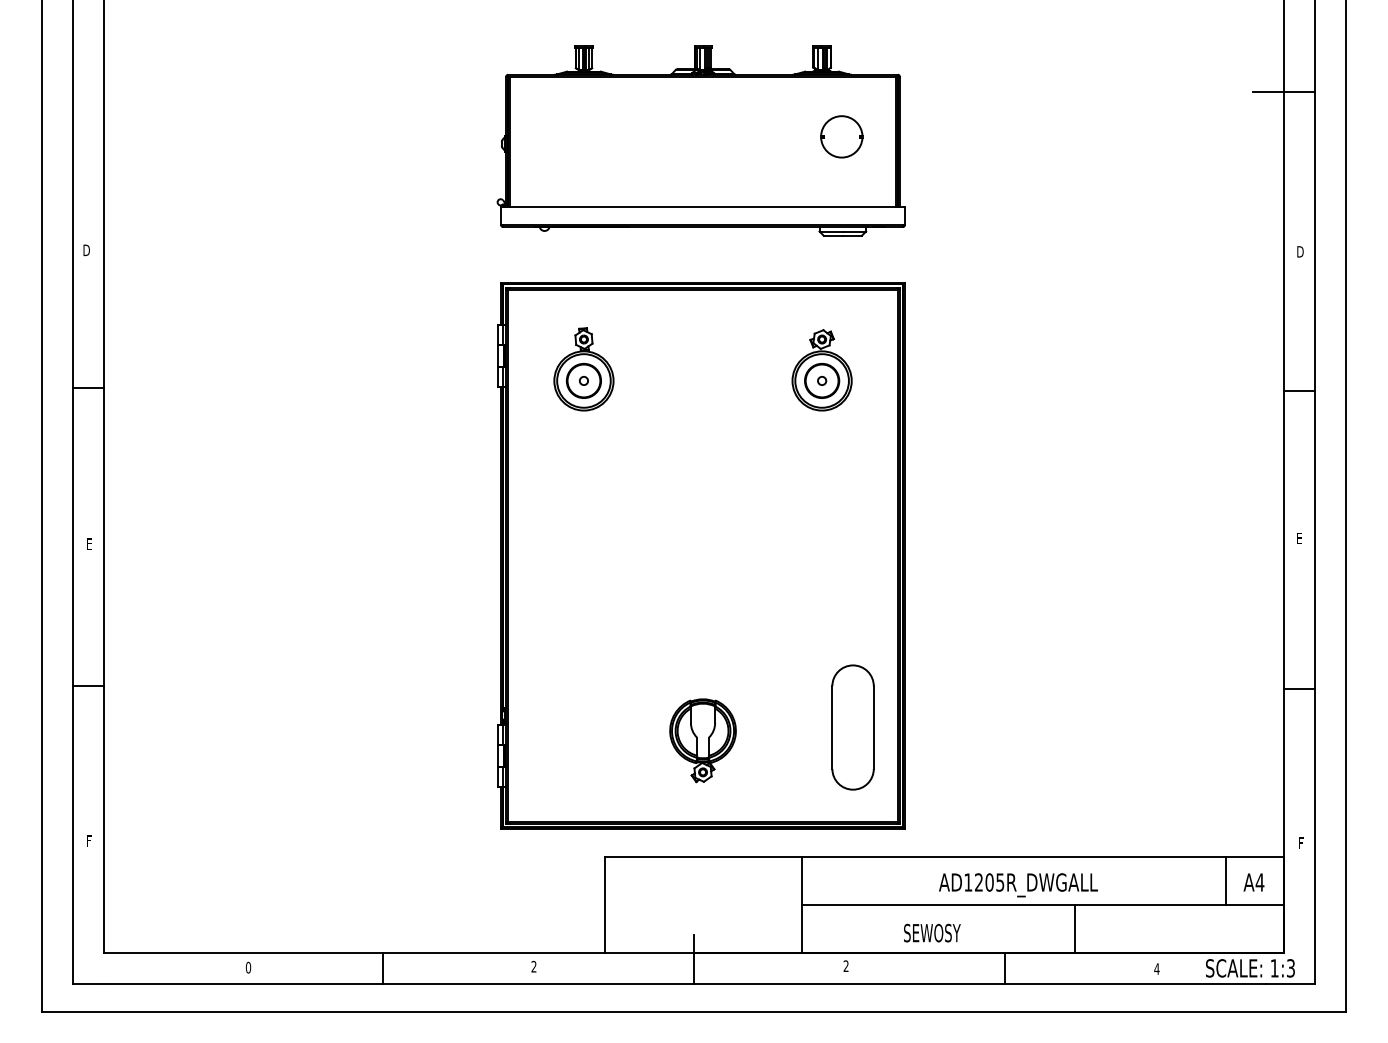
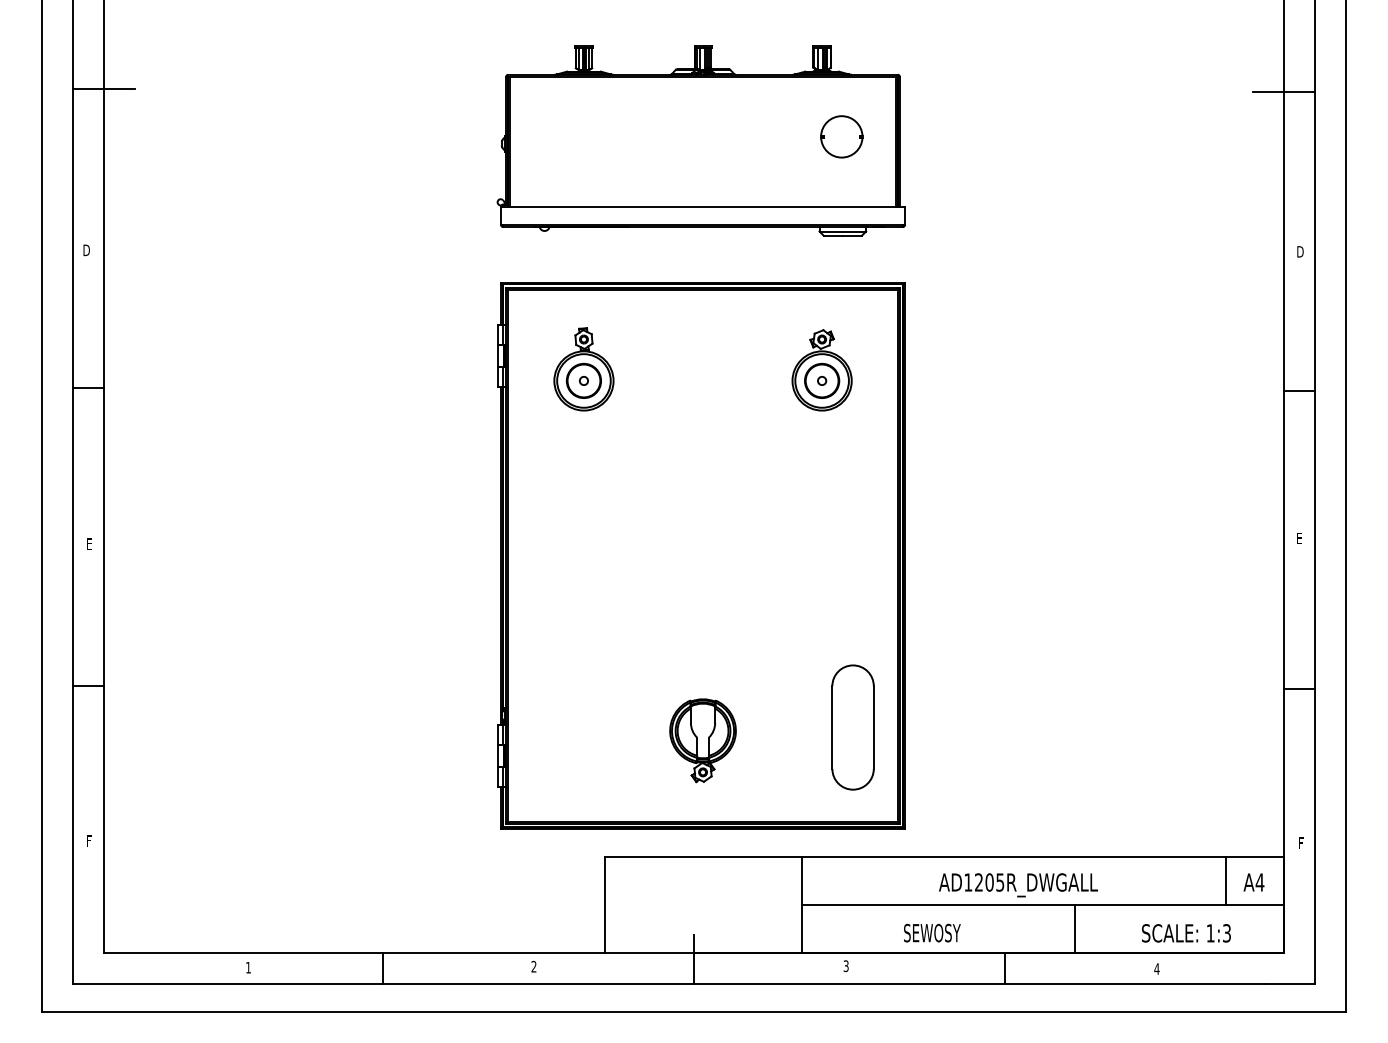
line at (103, 89): none -> present
text at (845, 966): 2 -> 3
text at (248, 967): 0 -> 1
text at (1250, 968) position: (1250, 968) -> (1186, 933)
